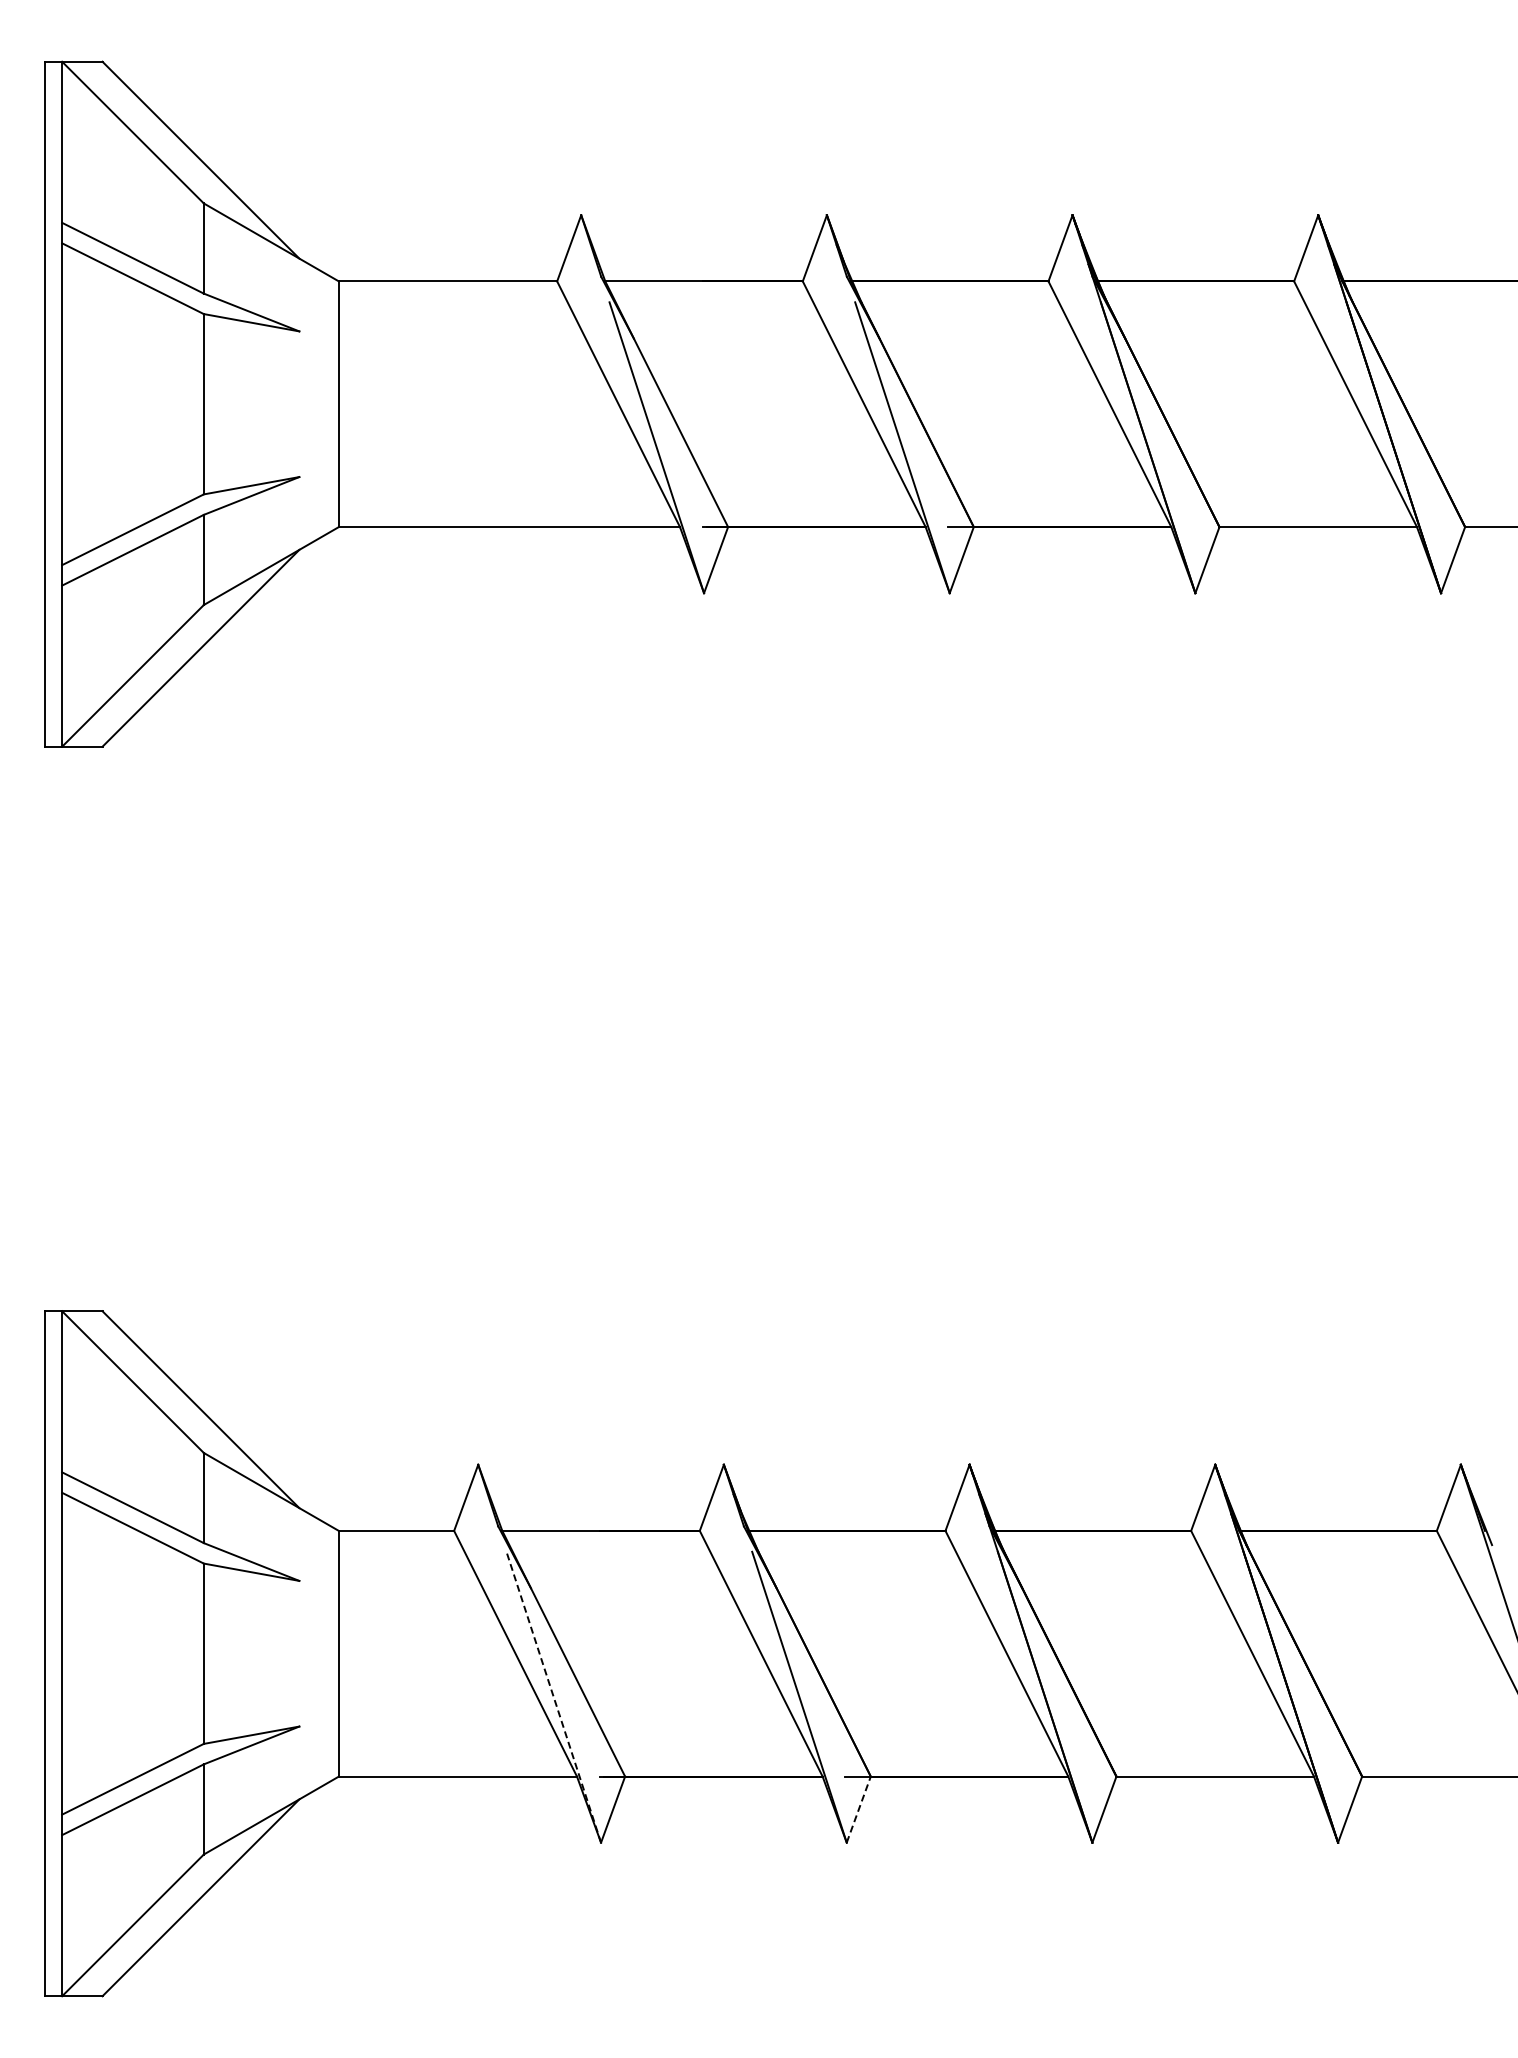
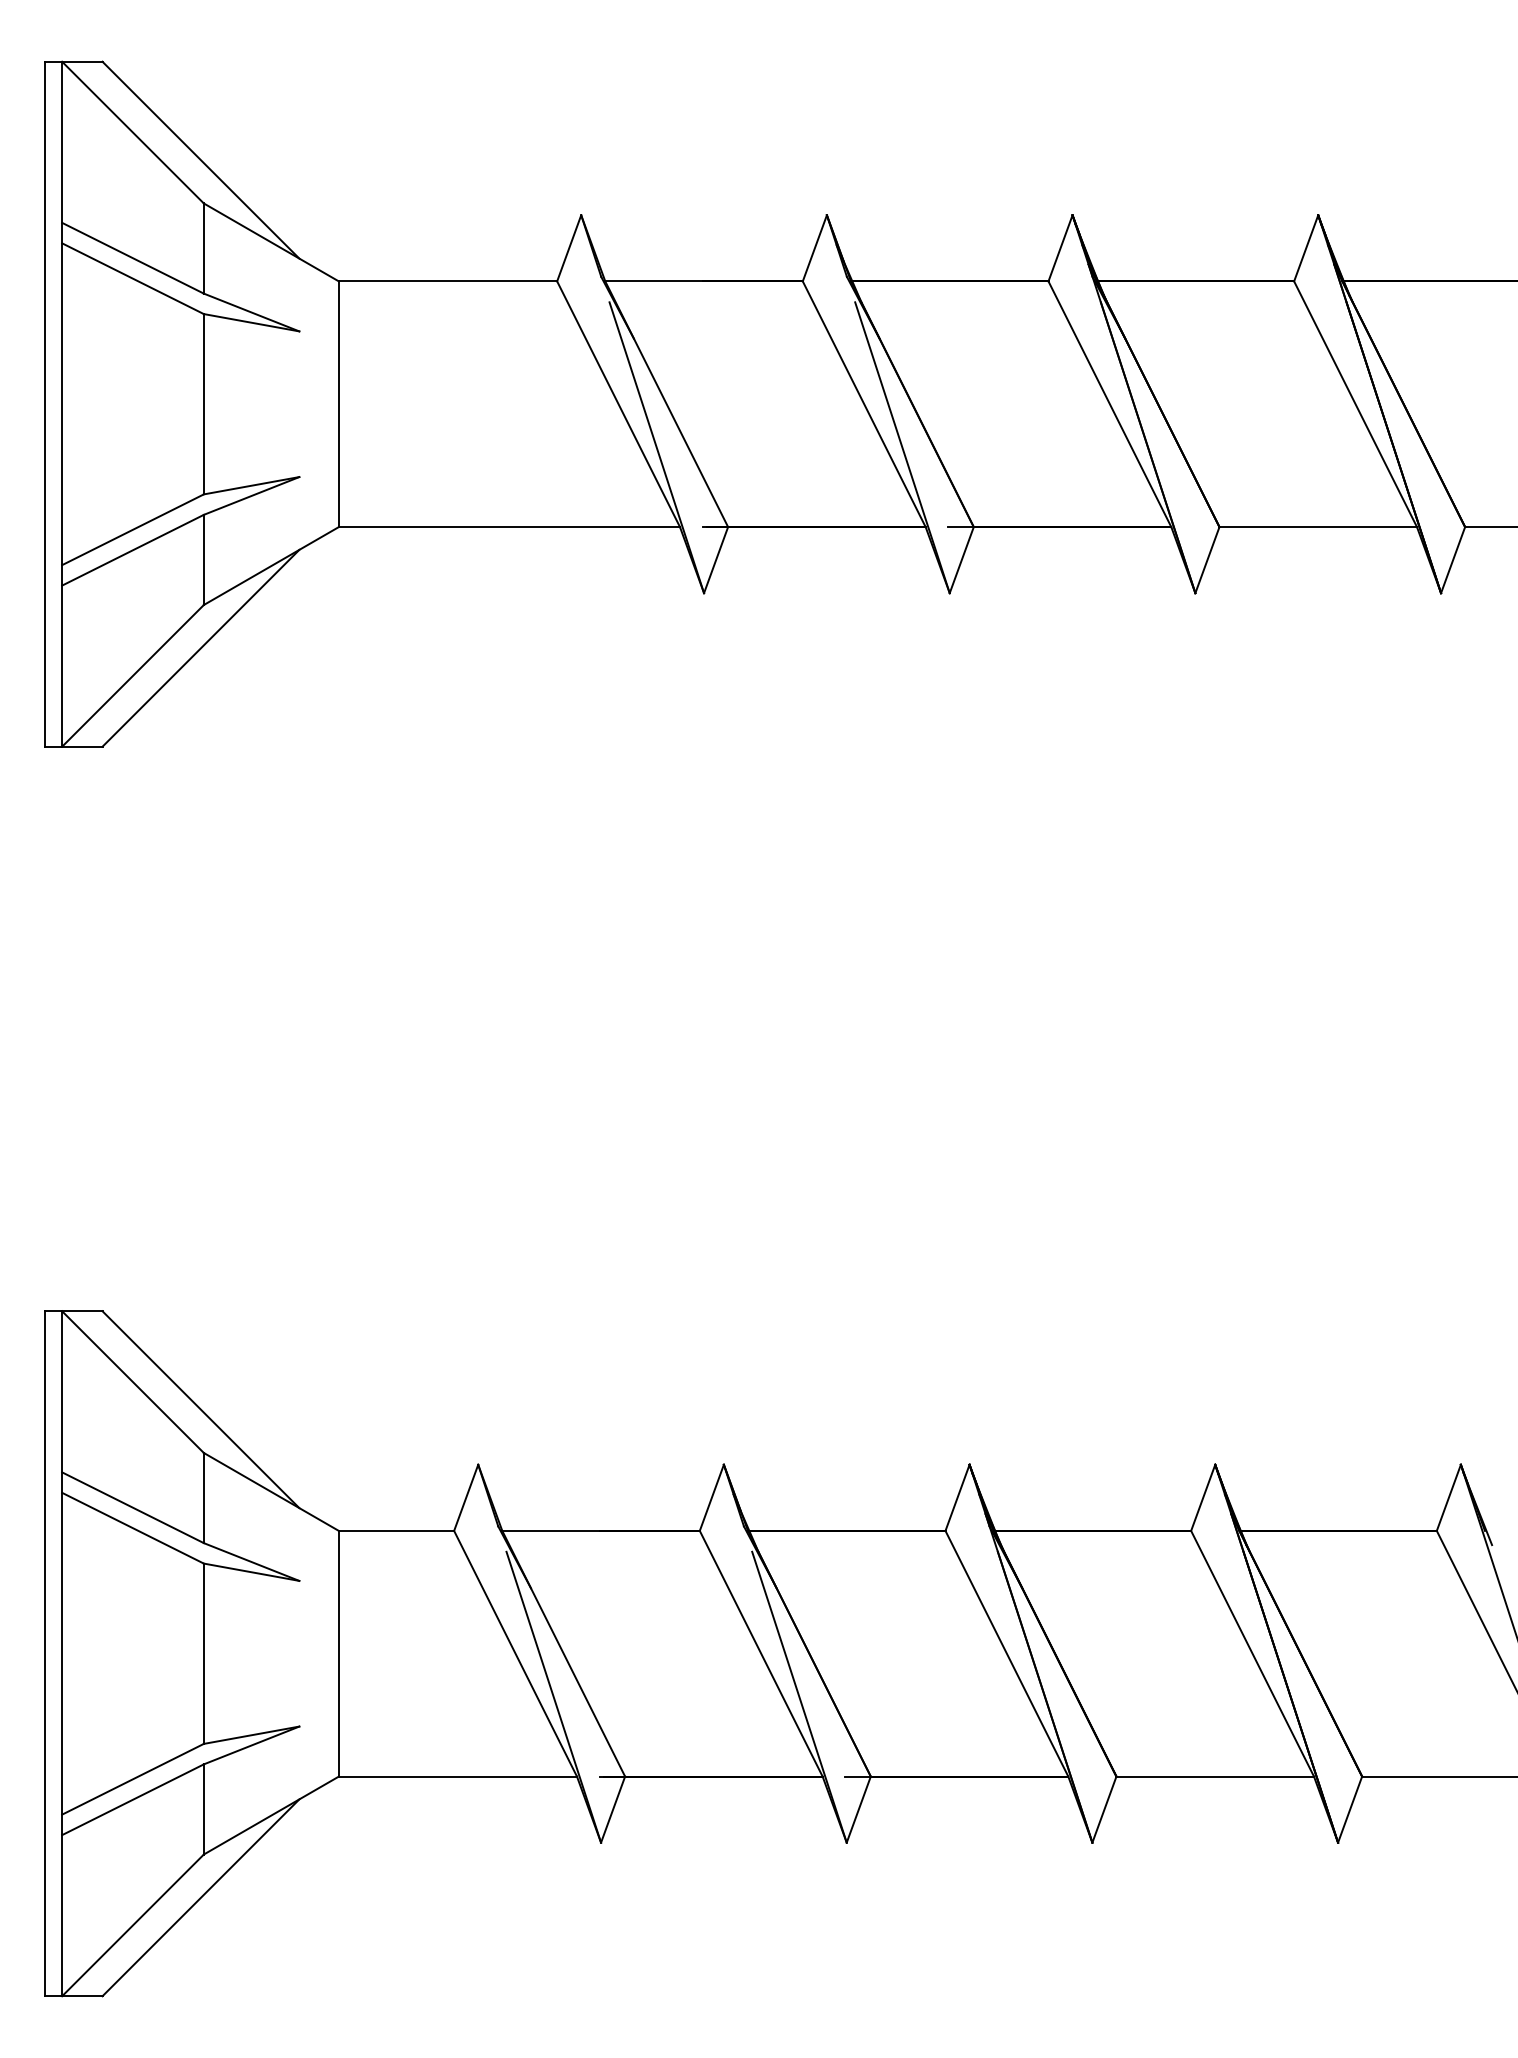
line at (553, 1697): dashed -> solid
line at (858, 1809): dashed -> solid
